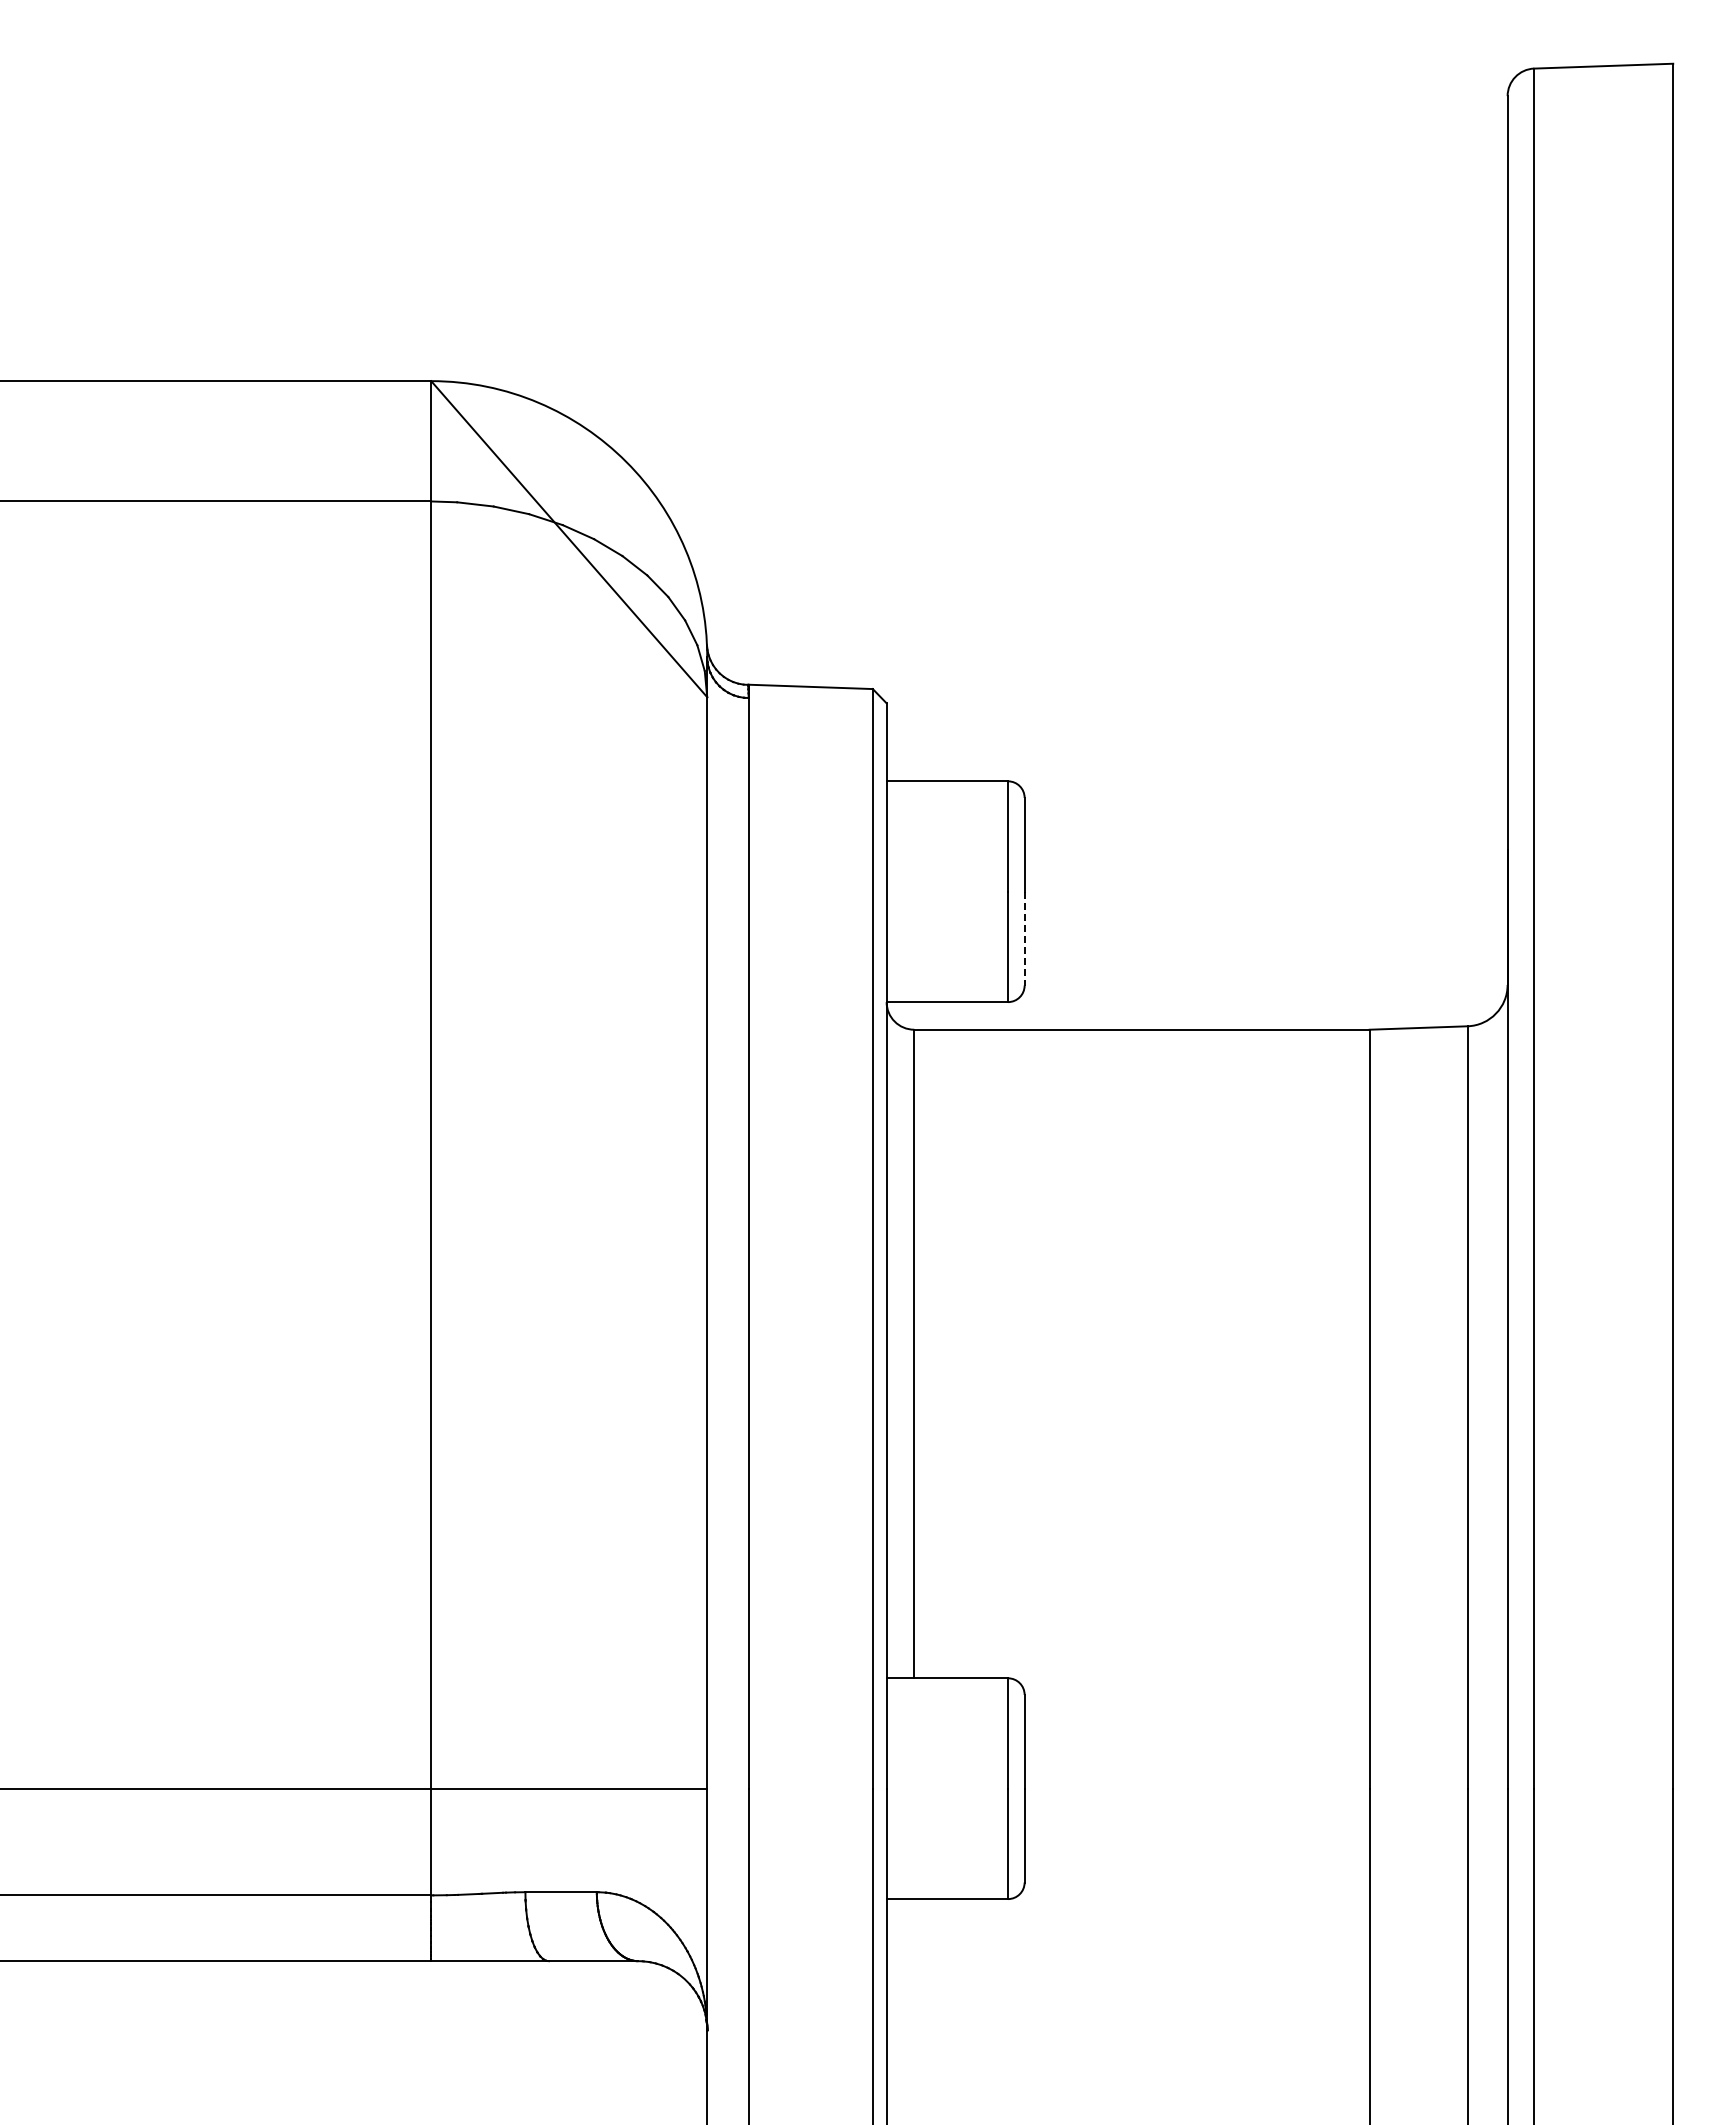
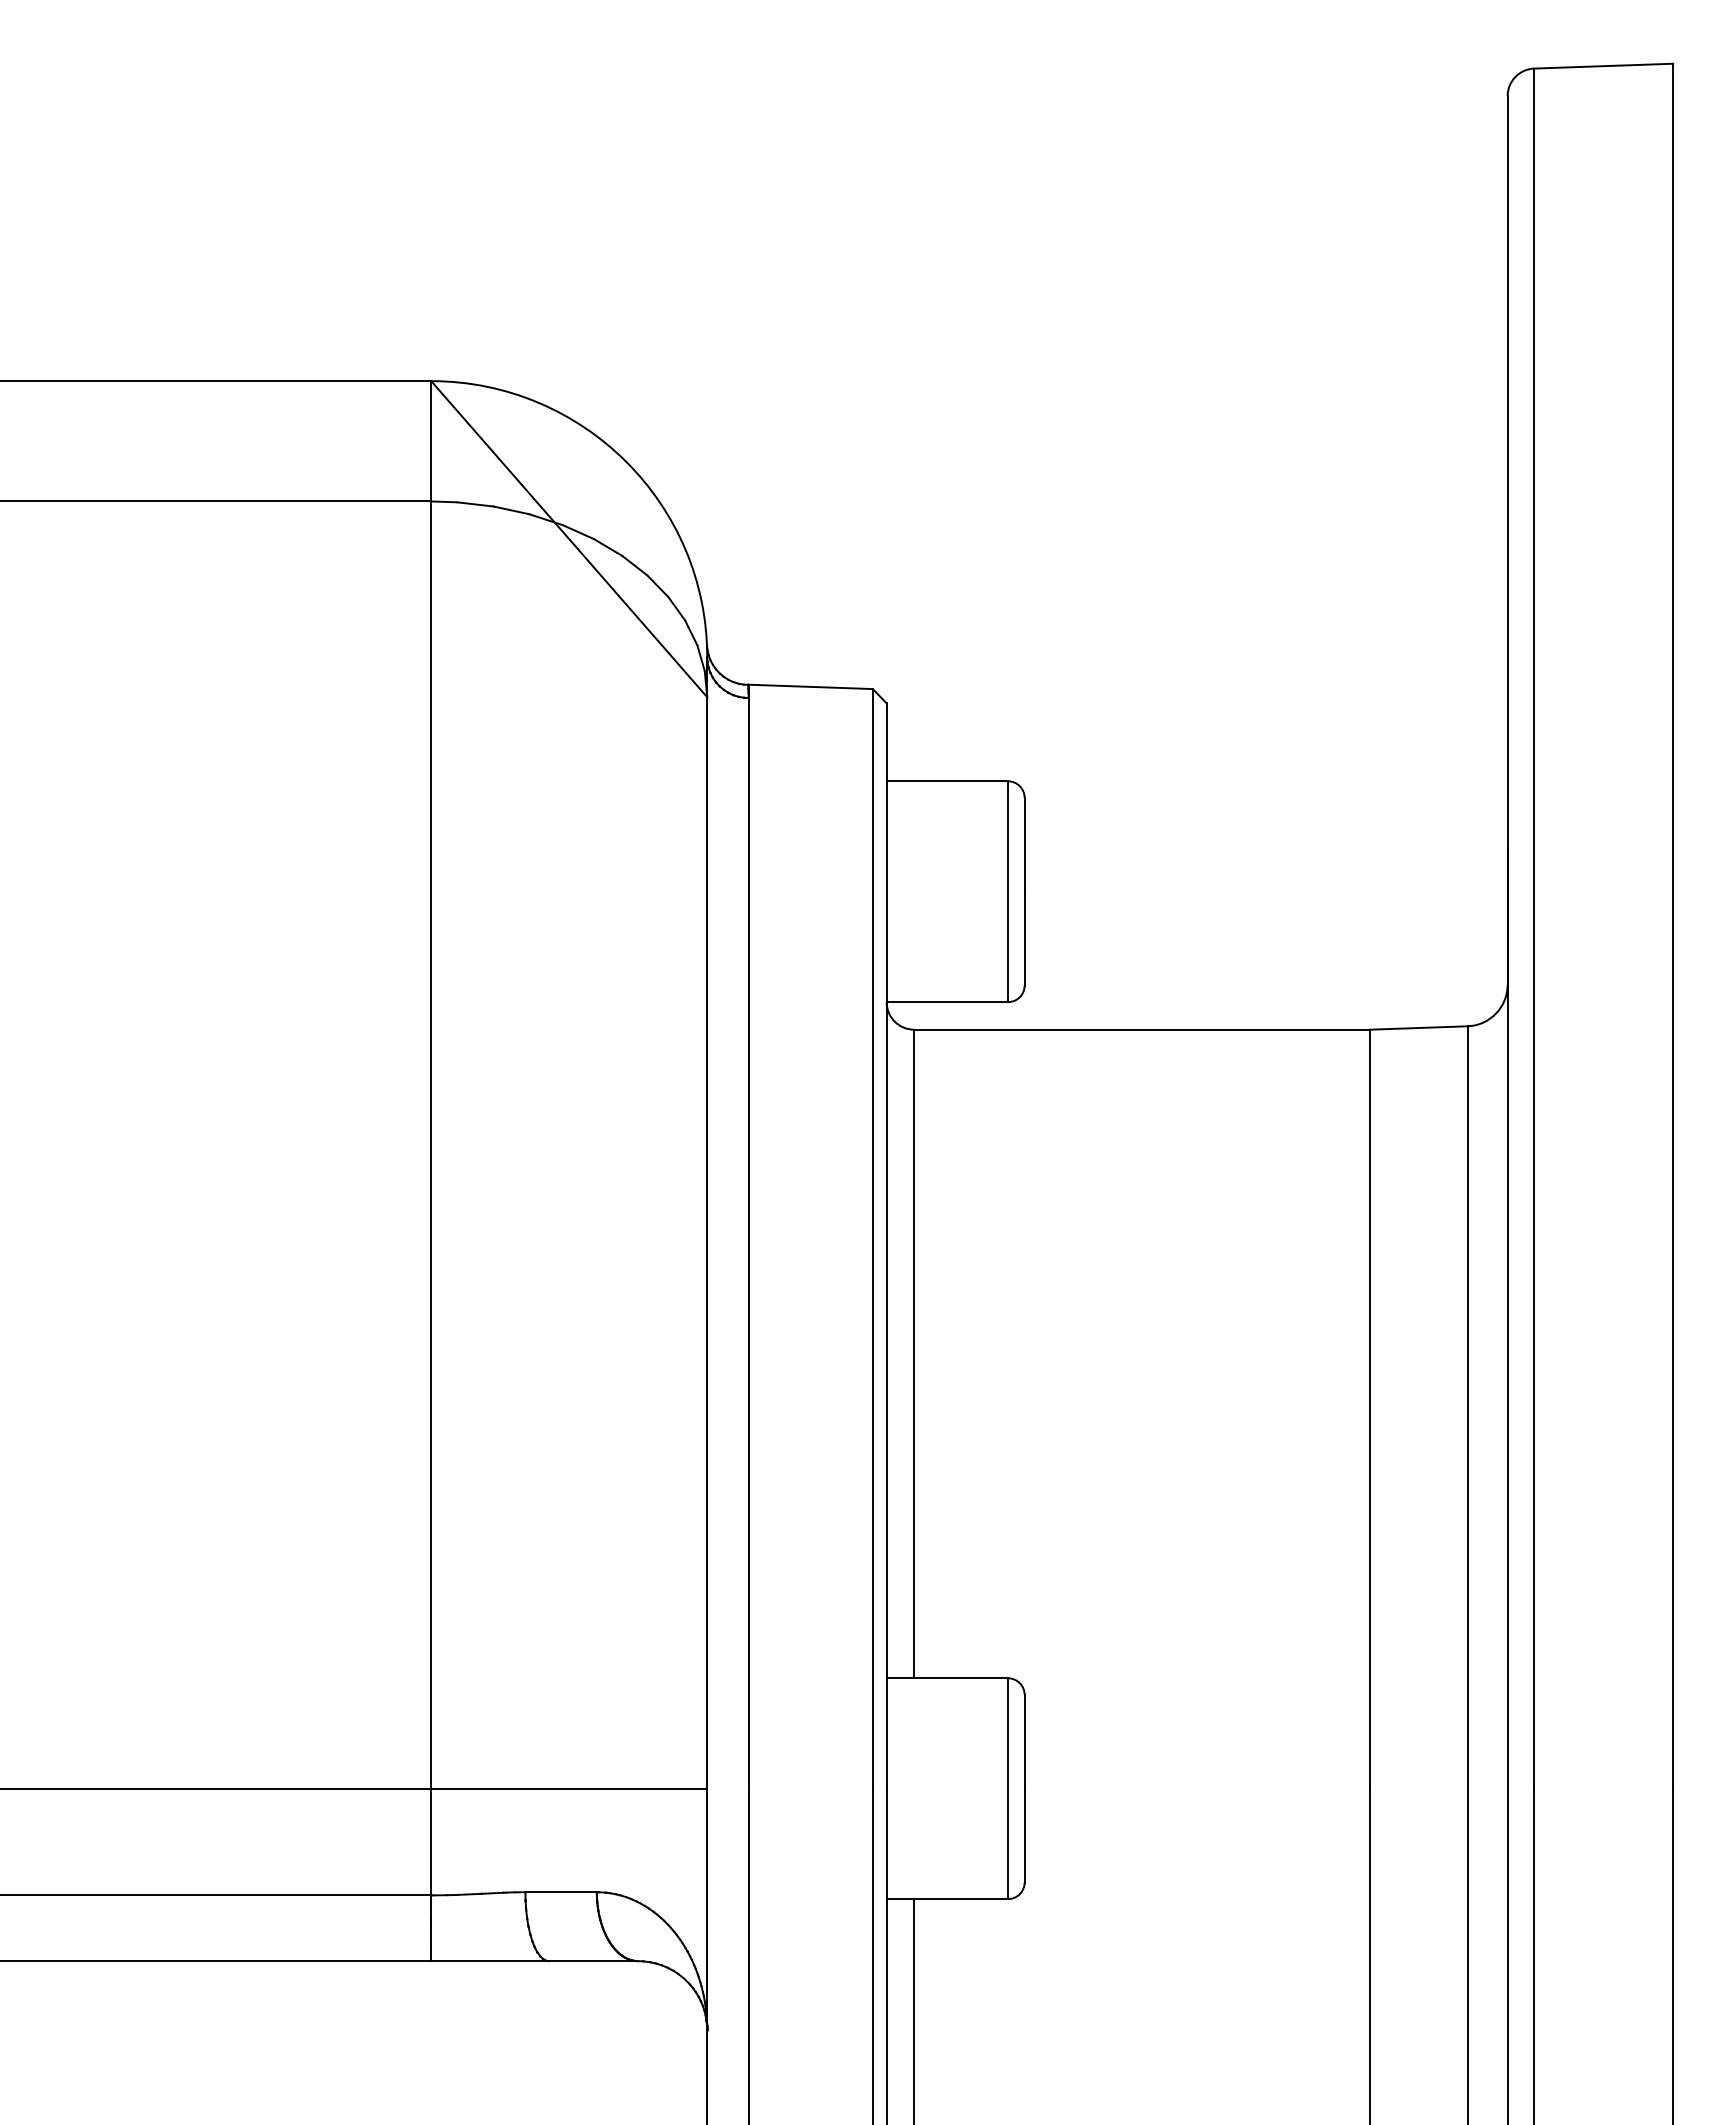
line at (1024, 938): dashed -> solid
line at (914, 2010): none -> present
